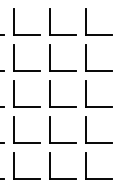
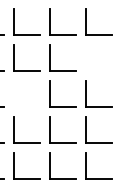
part at (86, 57): present -> none
part at (14, 93): present -> none
